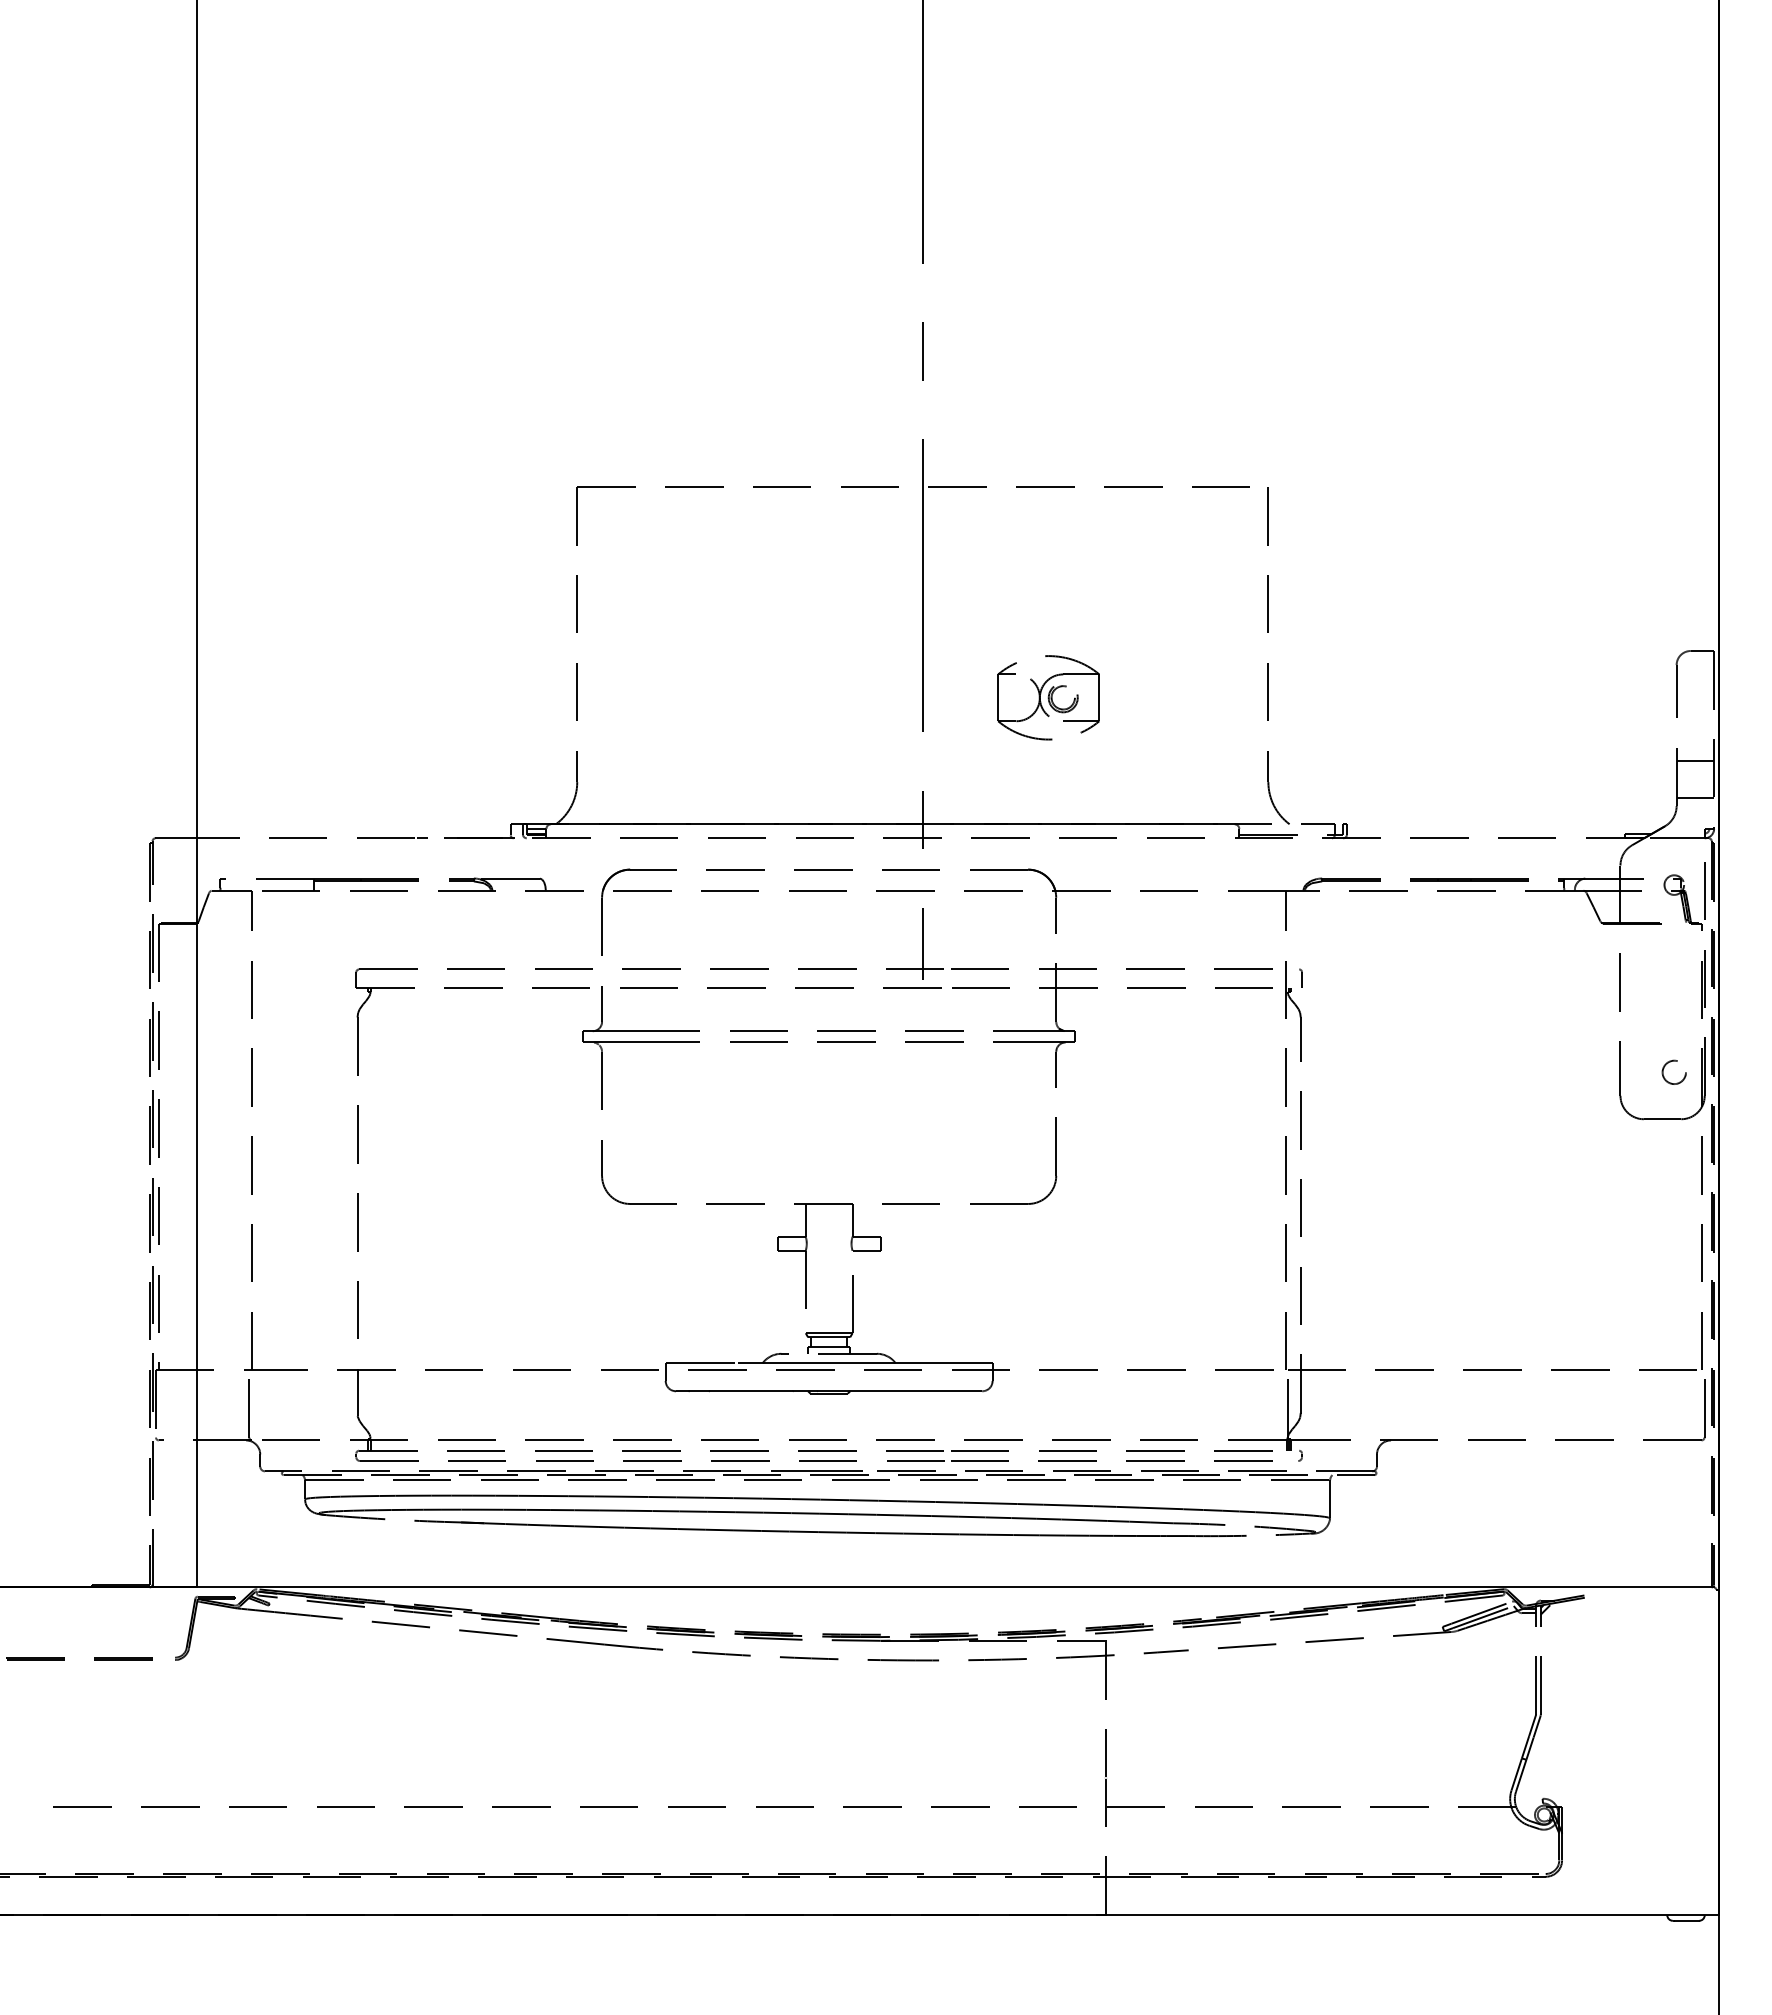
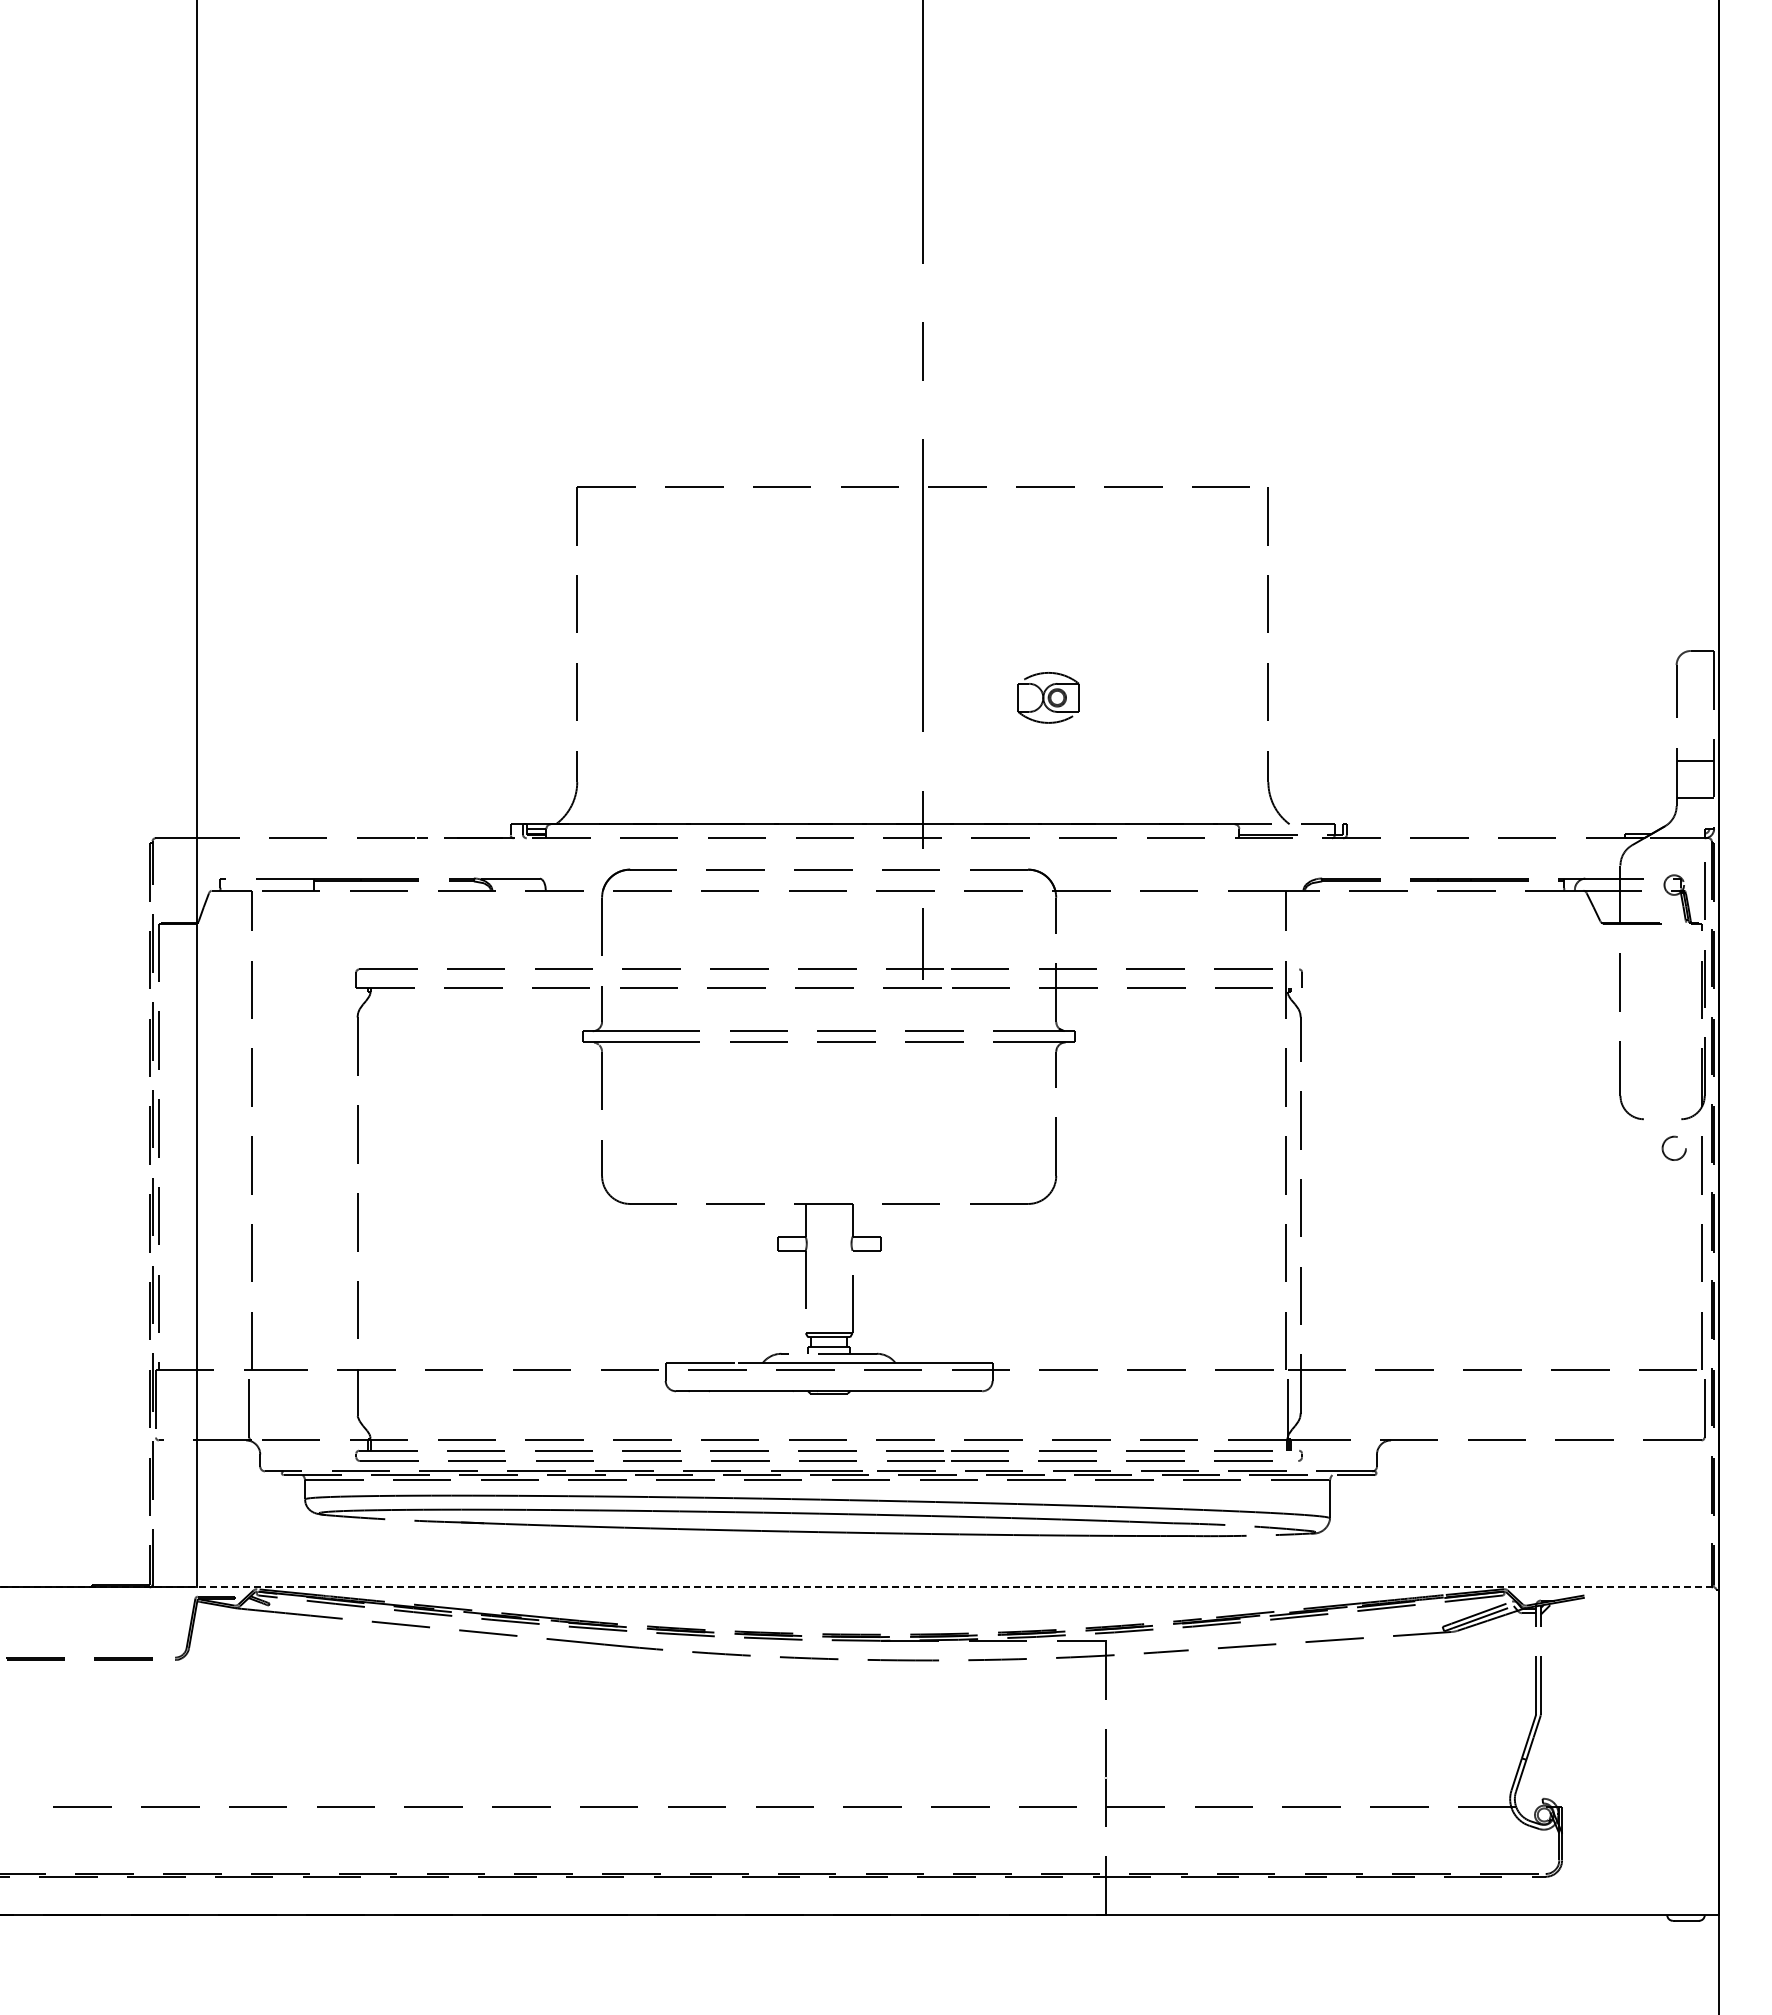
part at (1048, 697) size: 103x86 px -> 63x52 px
circle at (1673, 1071) position: (1673, 1071) -> (1673, 1147)
line at (1662, 1119): present -> none
line at (857, 1587): solid -> dashed
